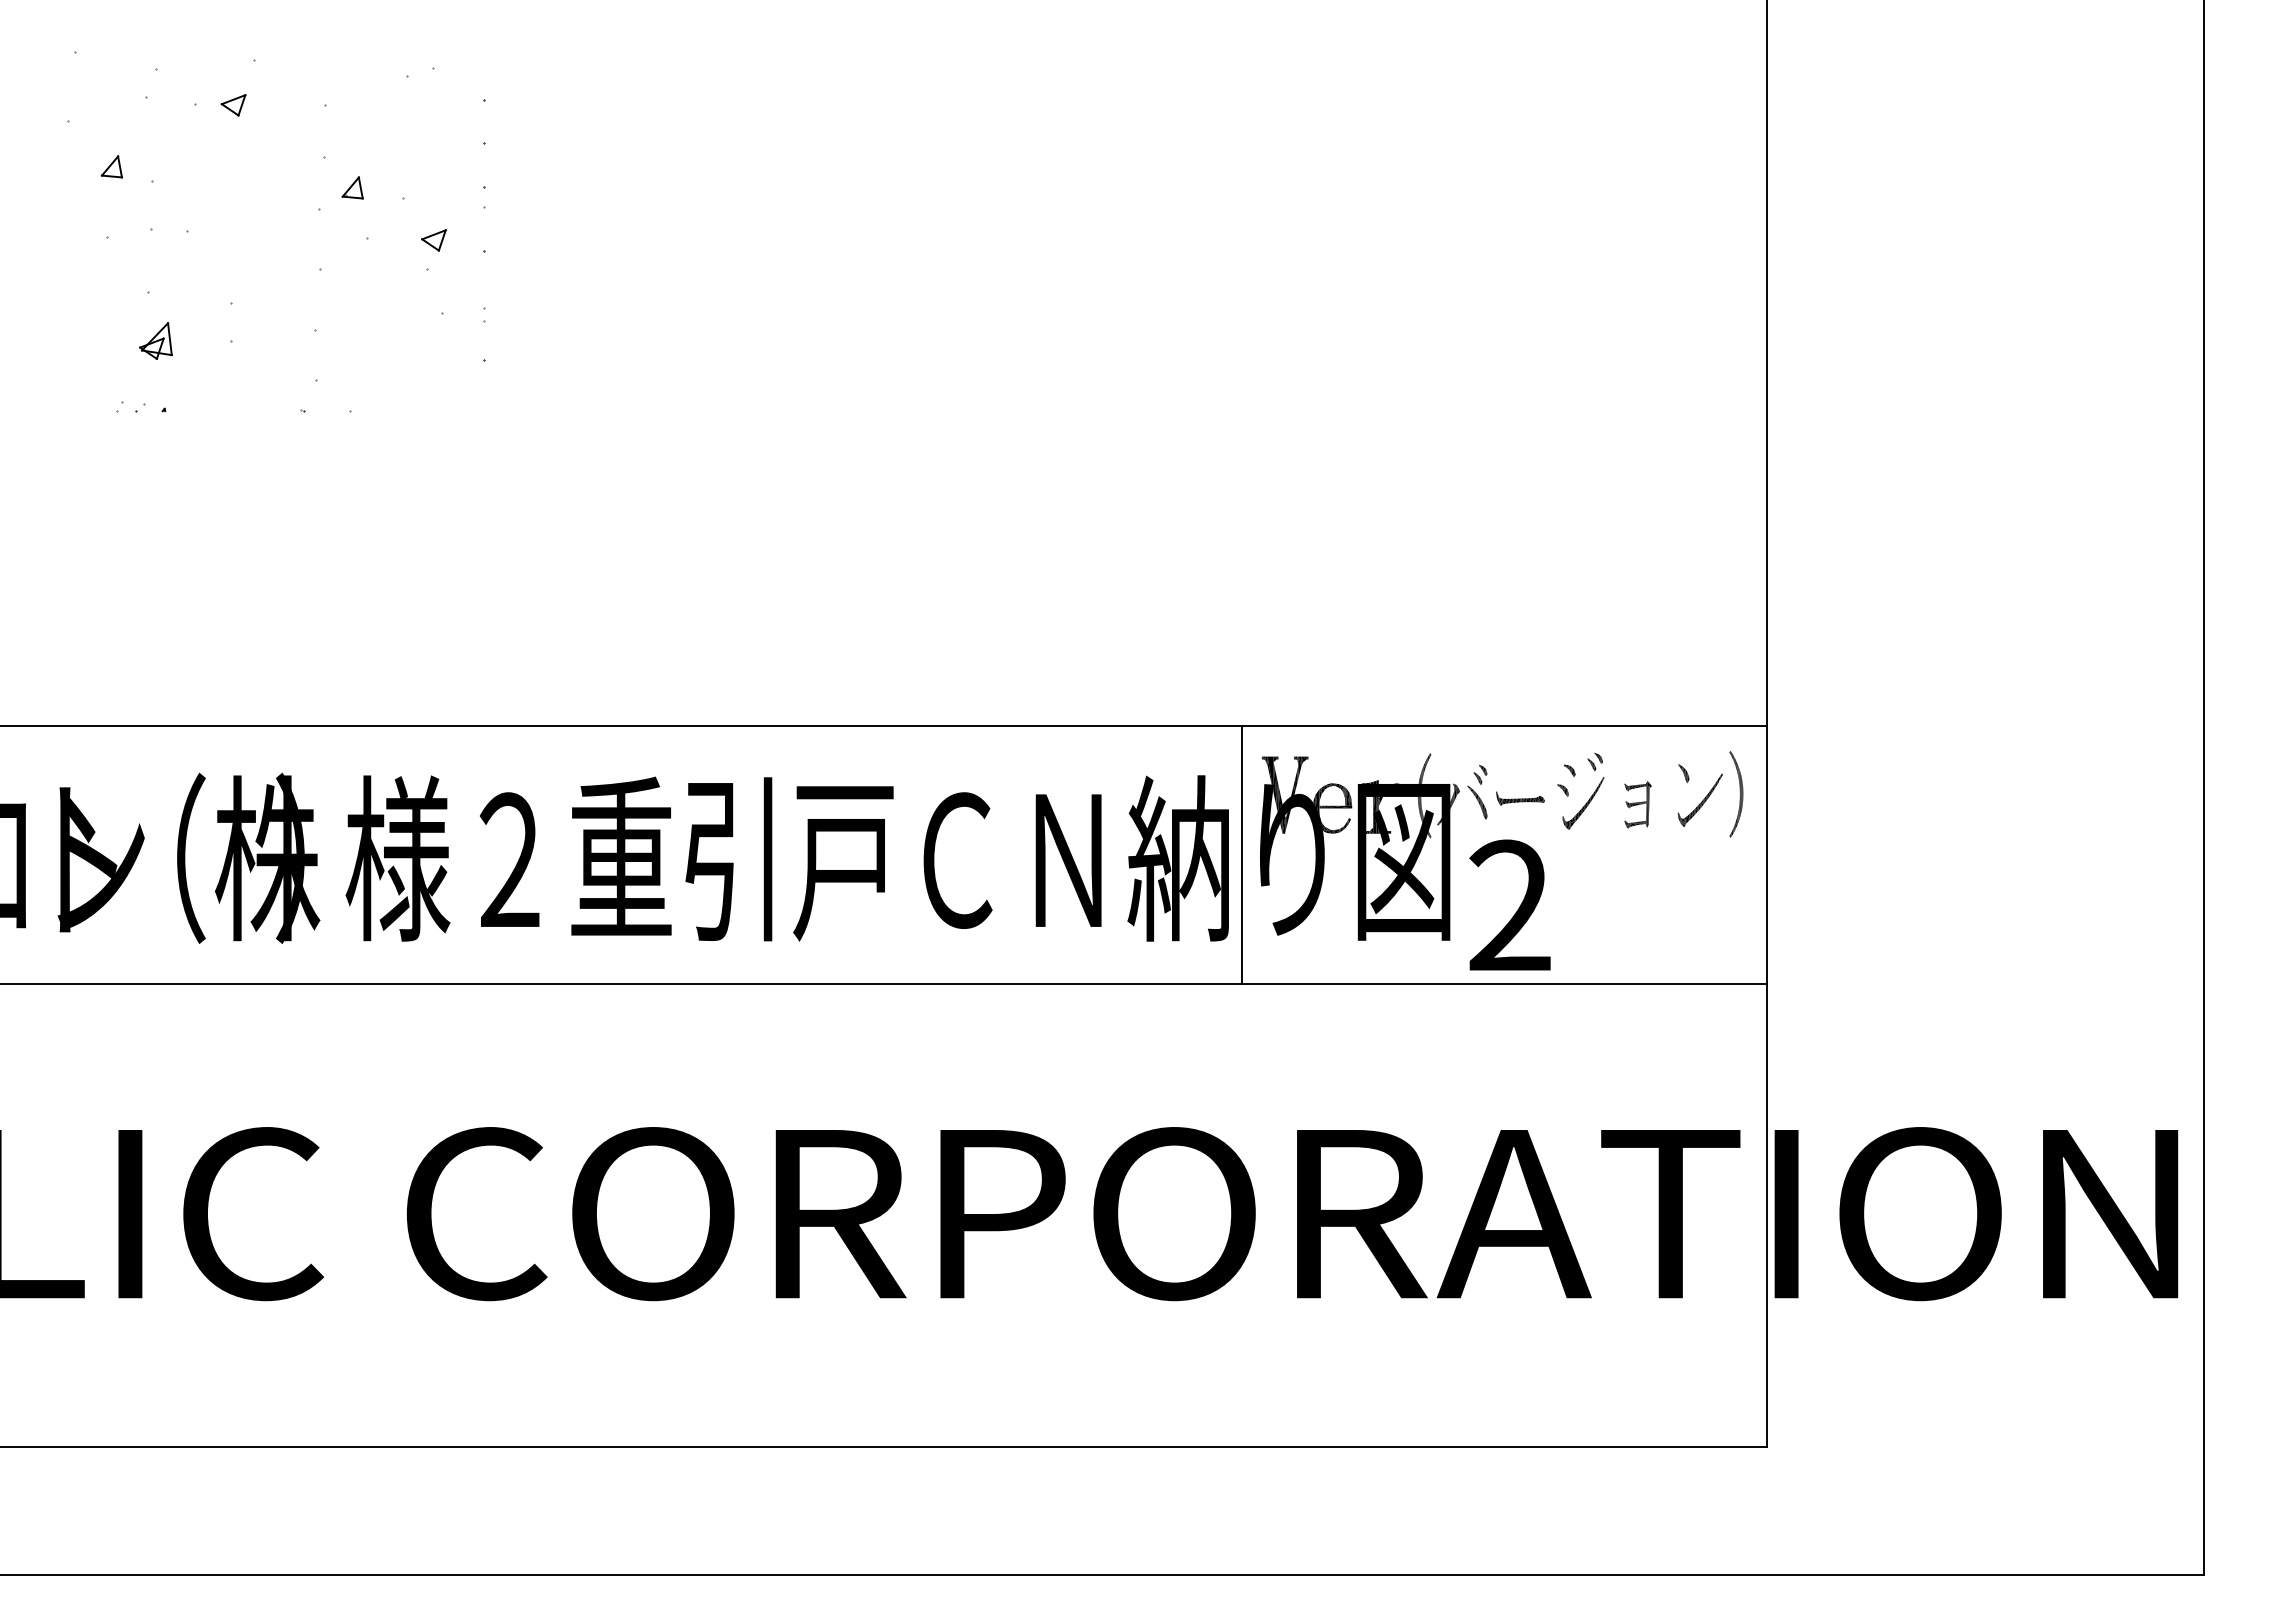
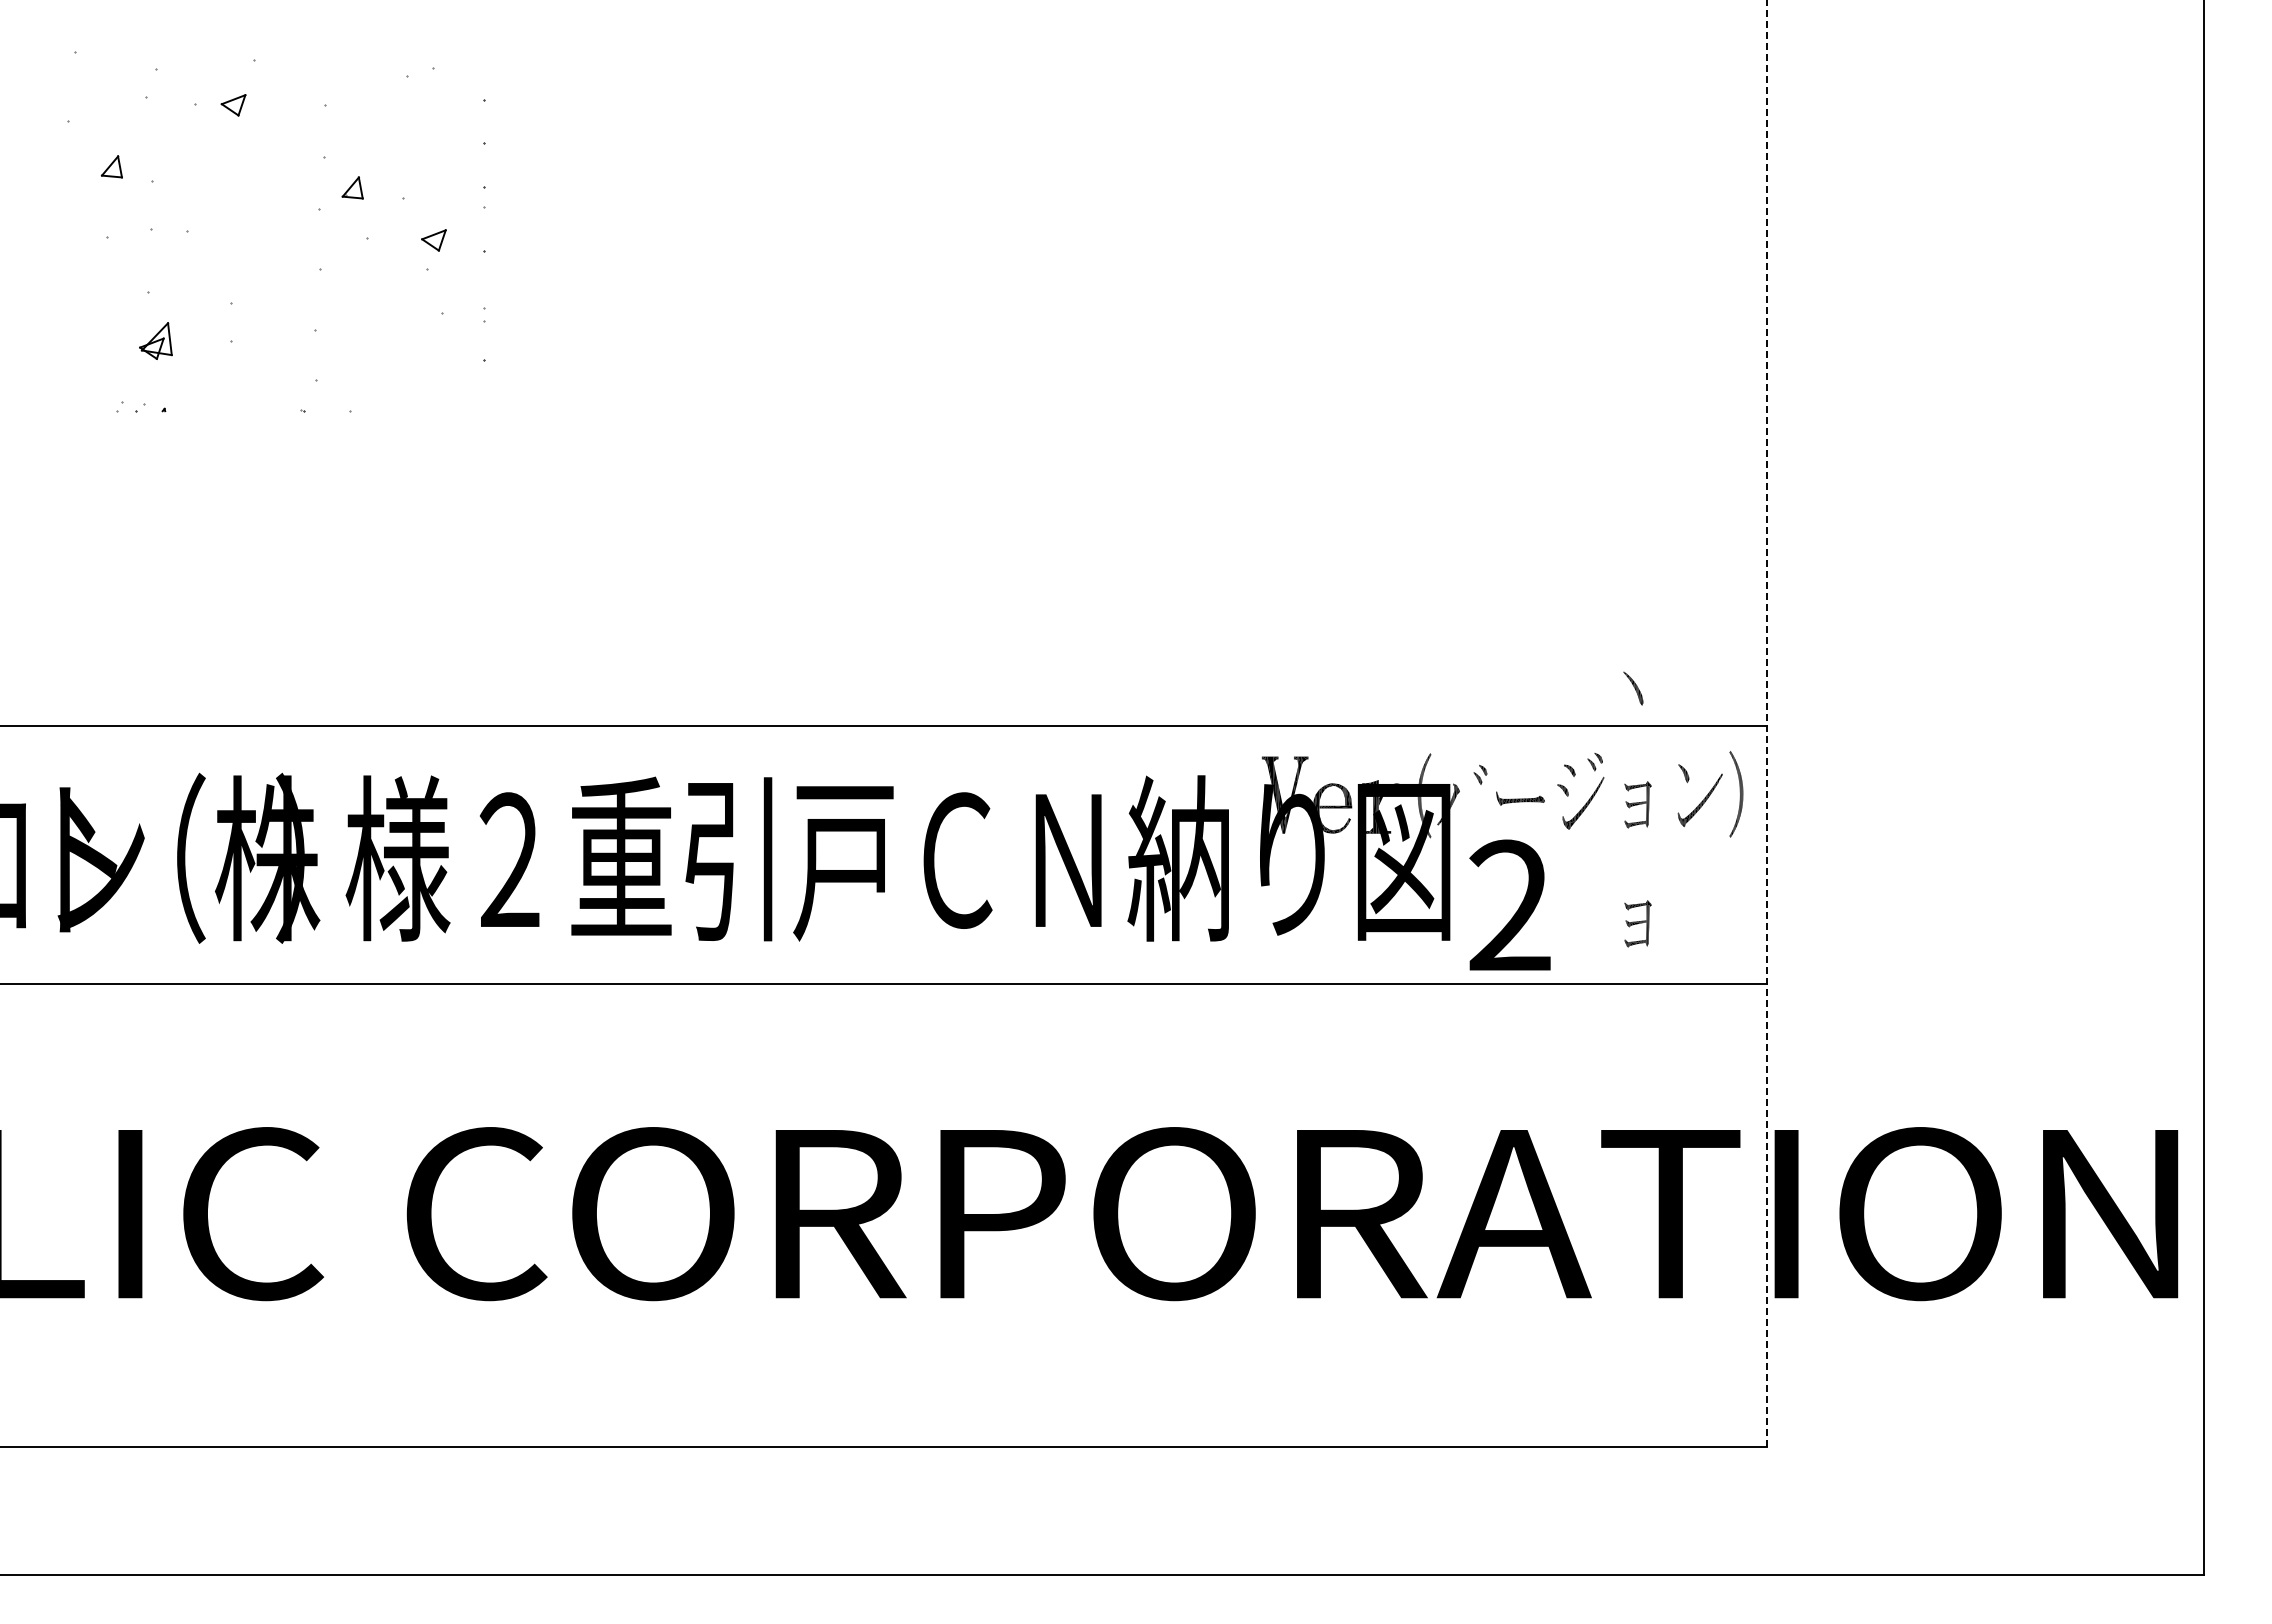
line at (1766, 722): solid -> dashed
part at (1477, 802) position: (1477, 802) -> (1633, 688)
line at (1241, 854): present -> none
part at (1637, 923): none -> present
